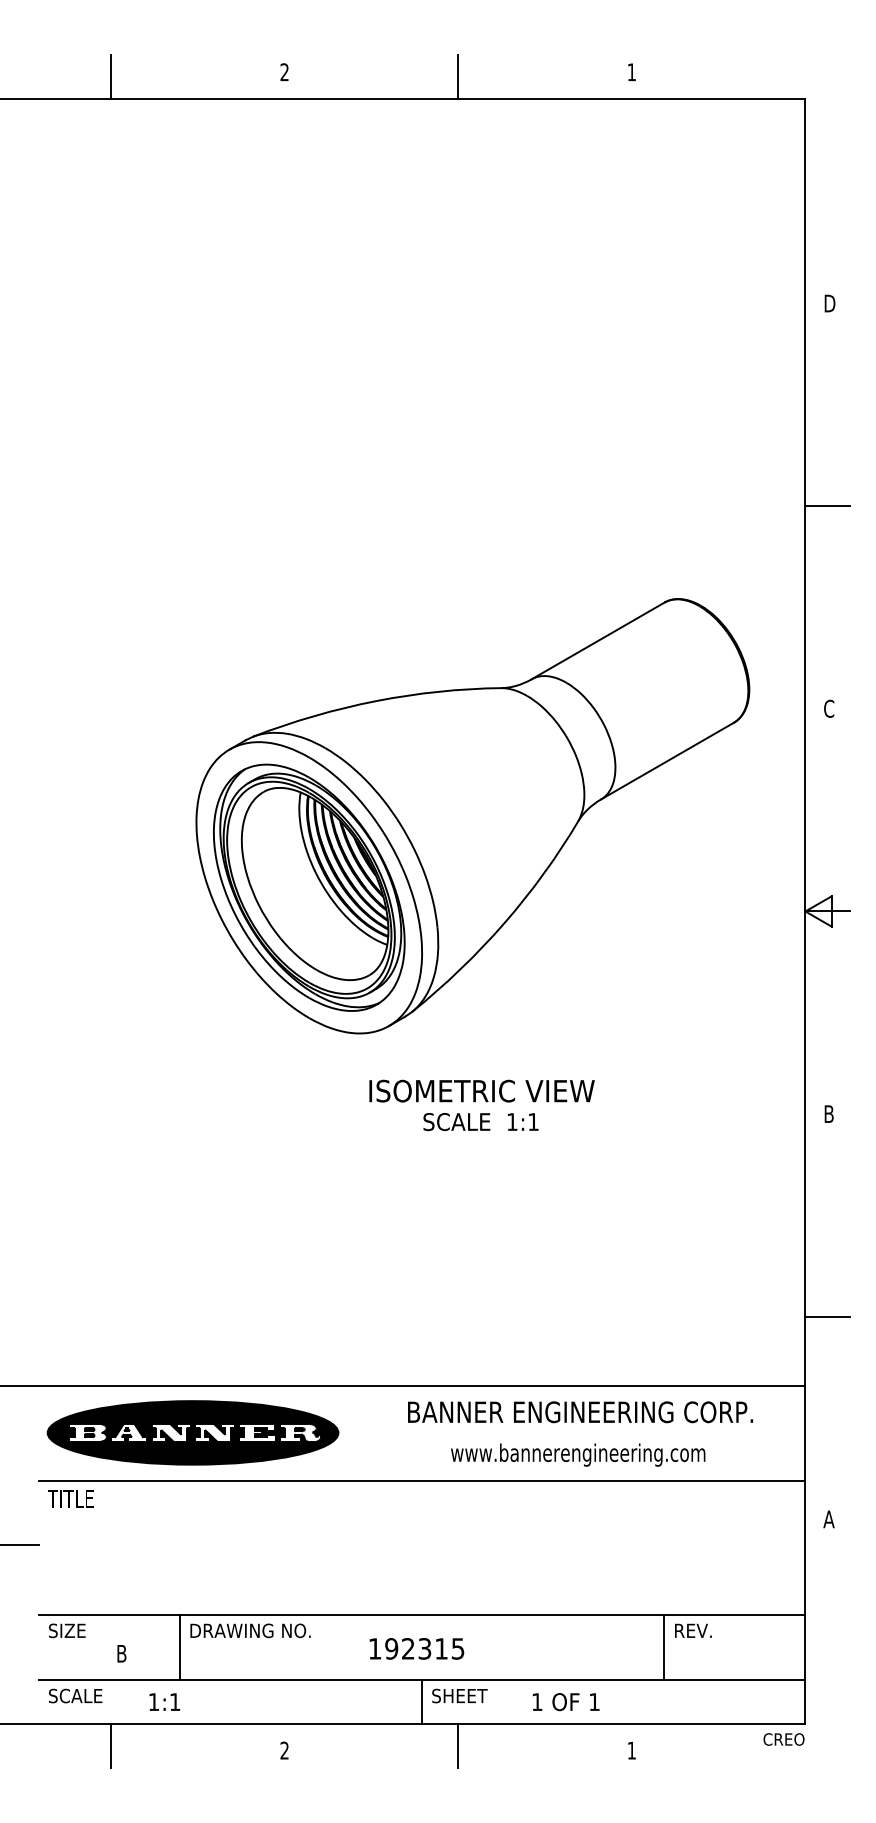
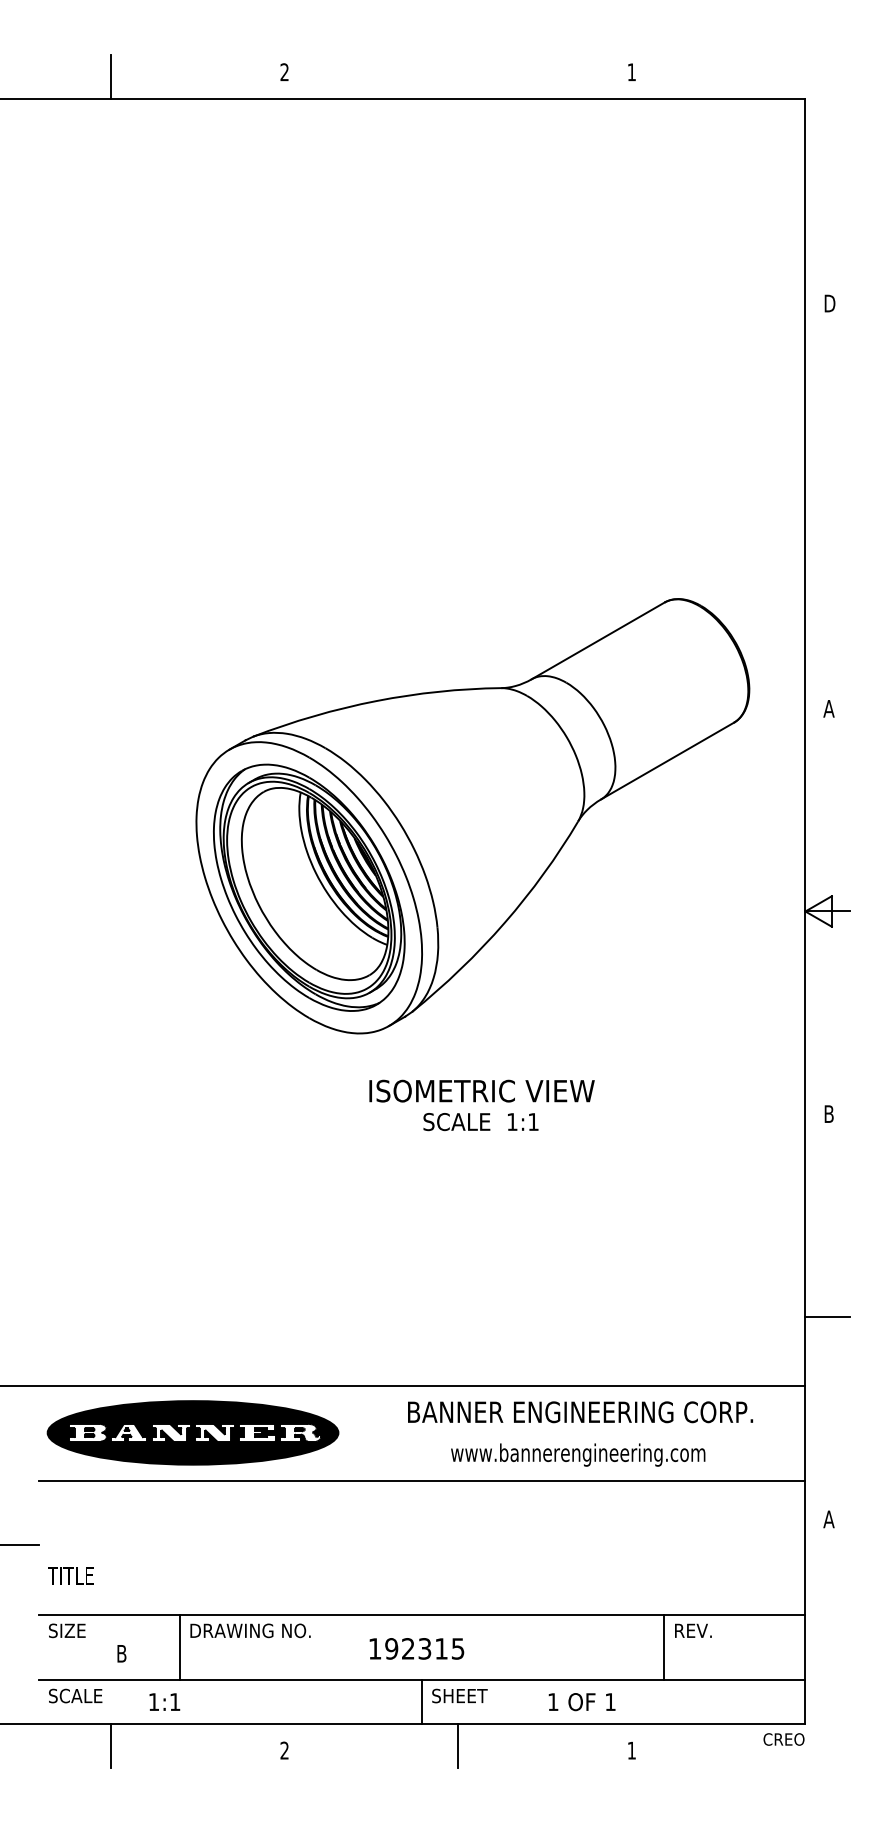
line at (458, 76): present -> none
line at (827, 506): present -> none
text at (828, 708): C -> A
text at (70, 1498) position: (70, 1498) -> (70, 1575)
text at (565, 1702) position: (565, 1702) -> (581, 1702)
